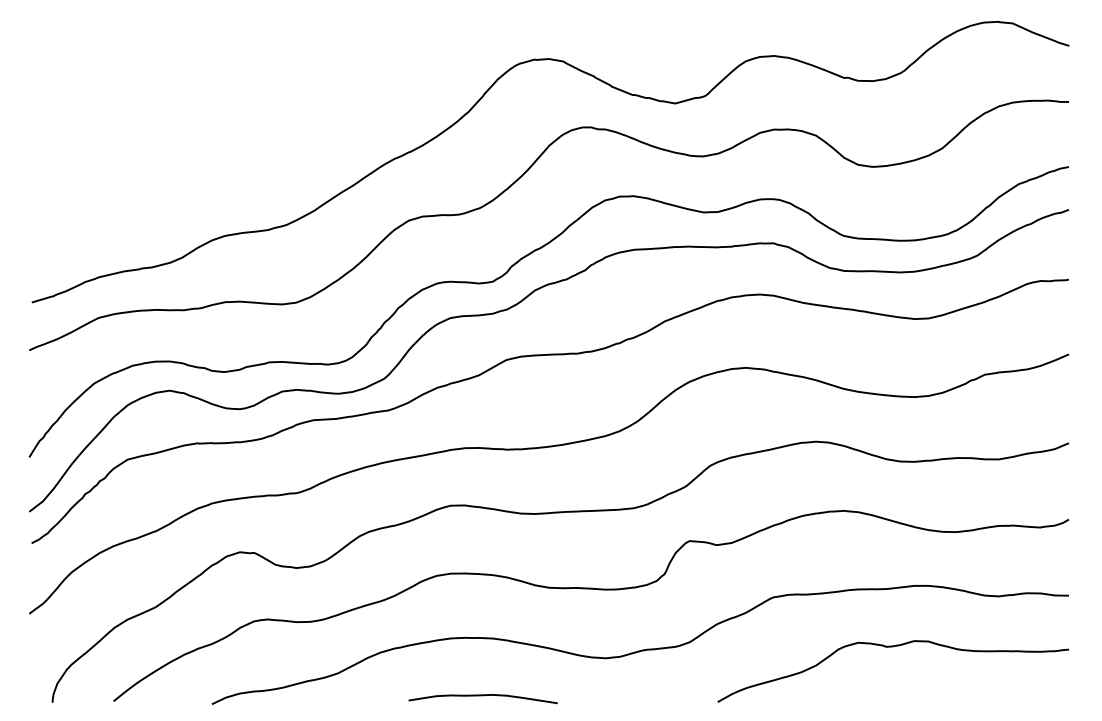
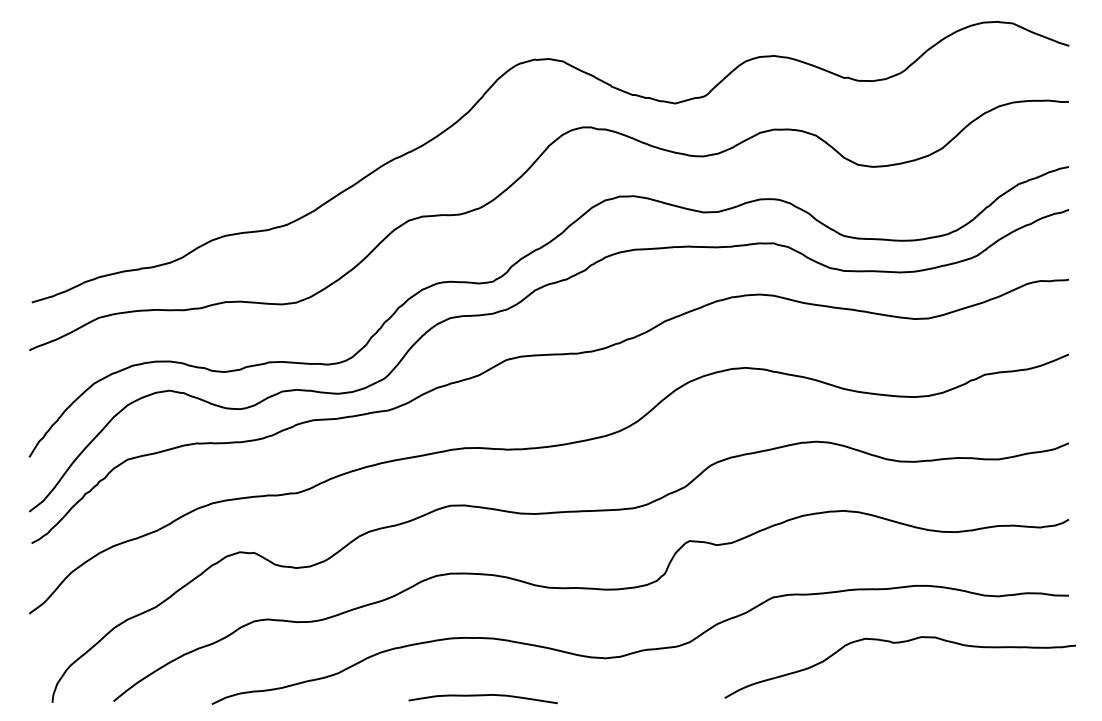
curve at (892, 647) position: (892, 647) -> (899, 643)
